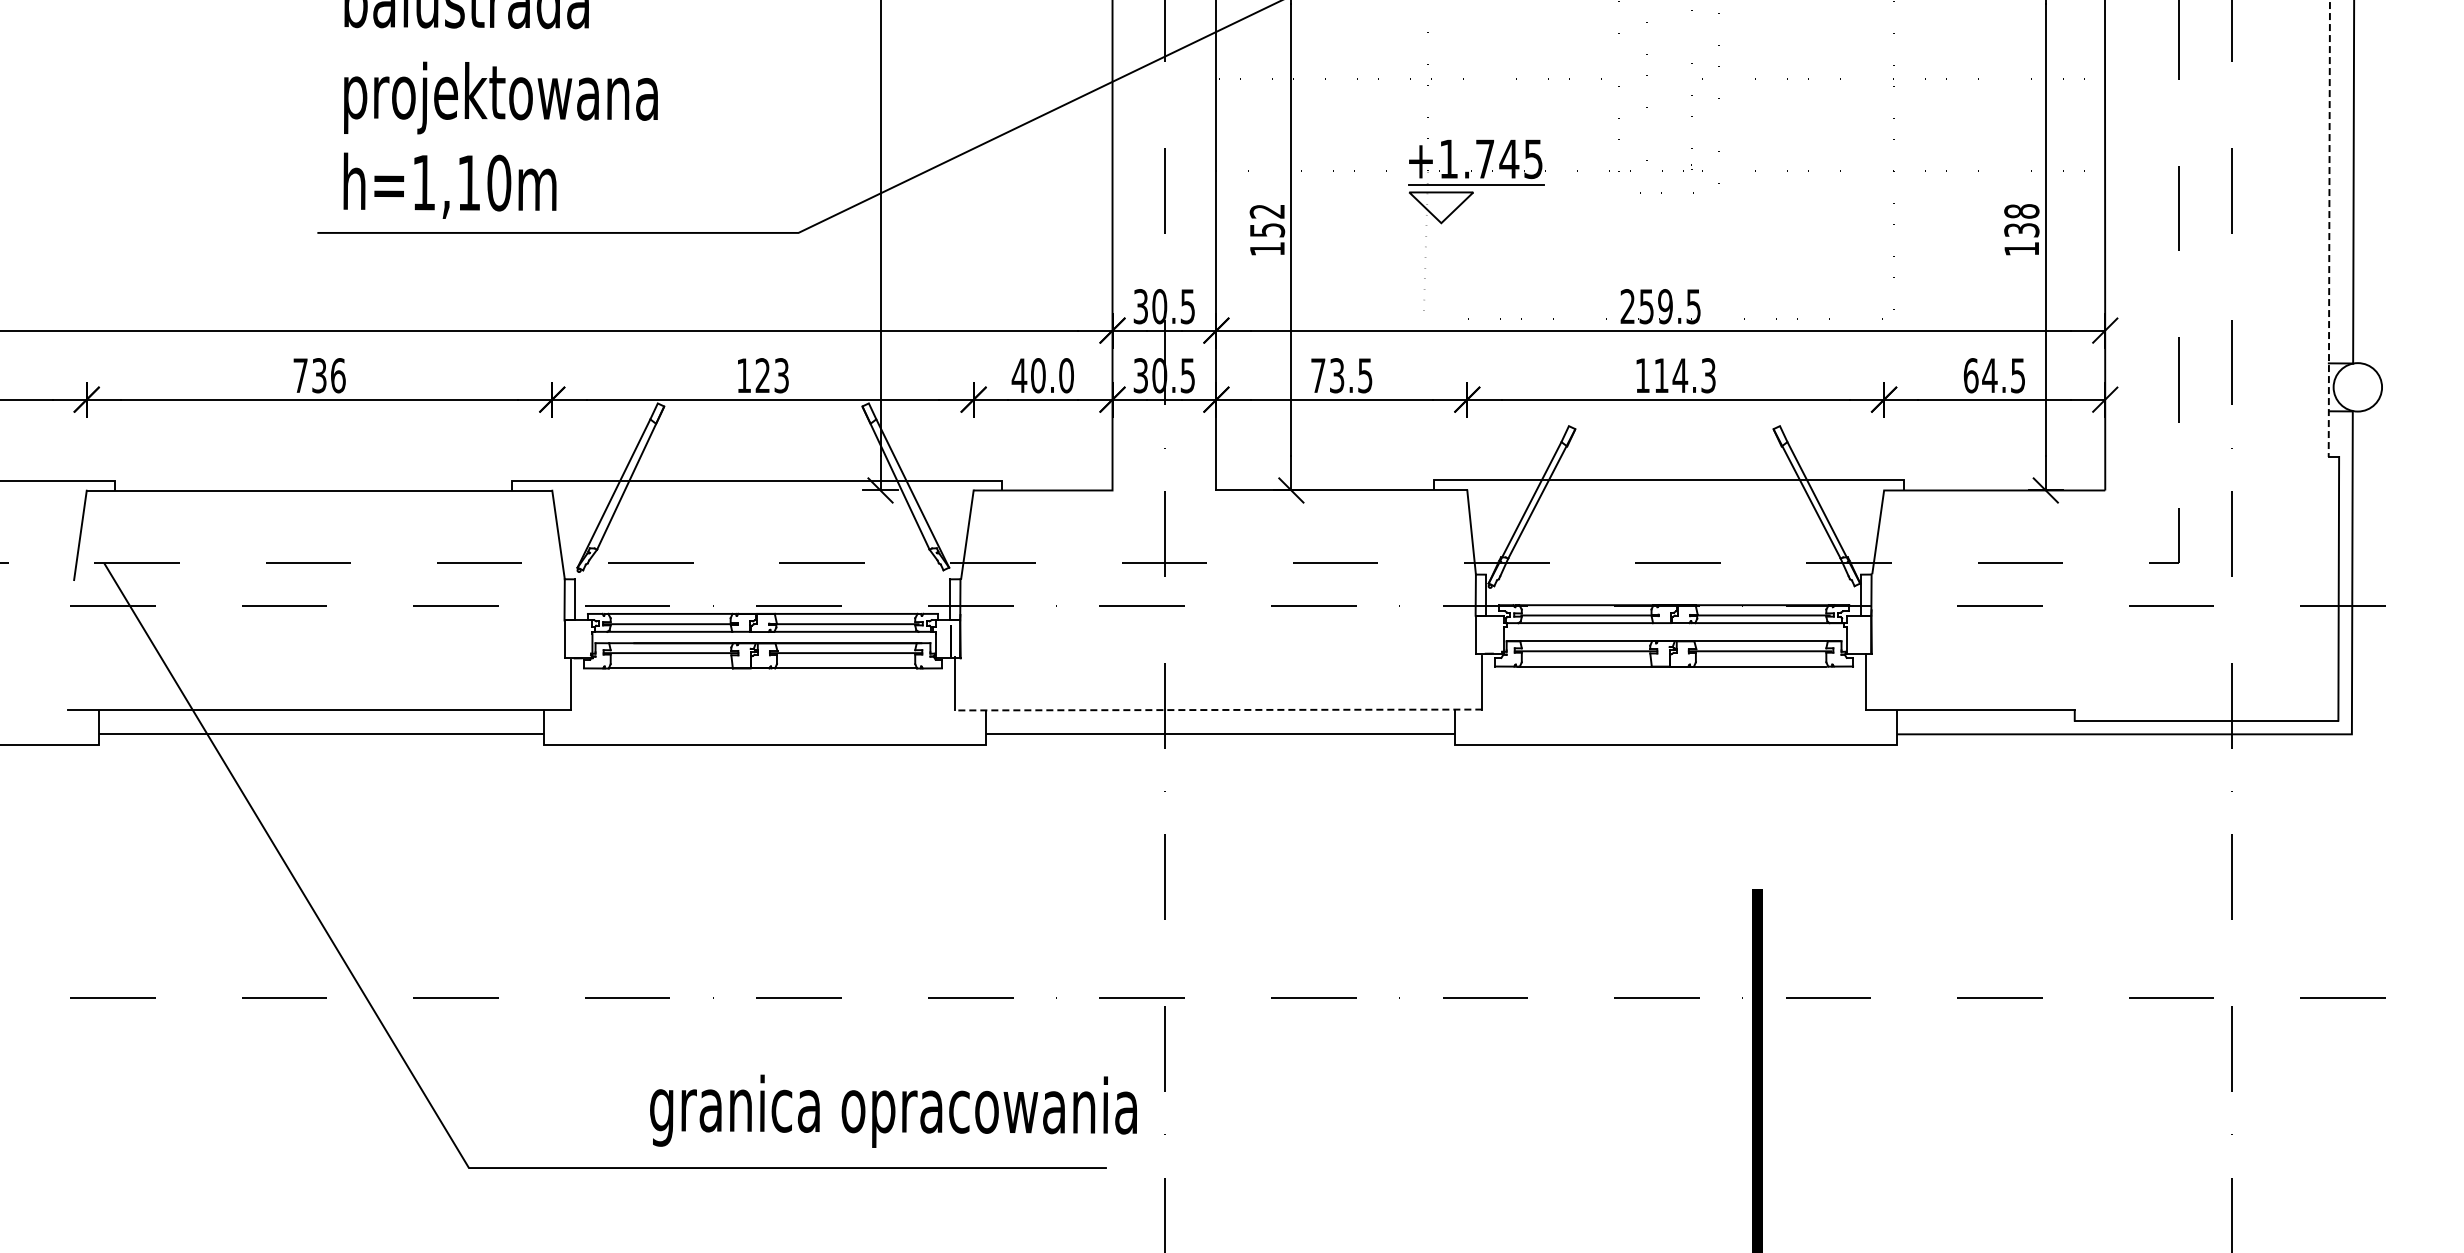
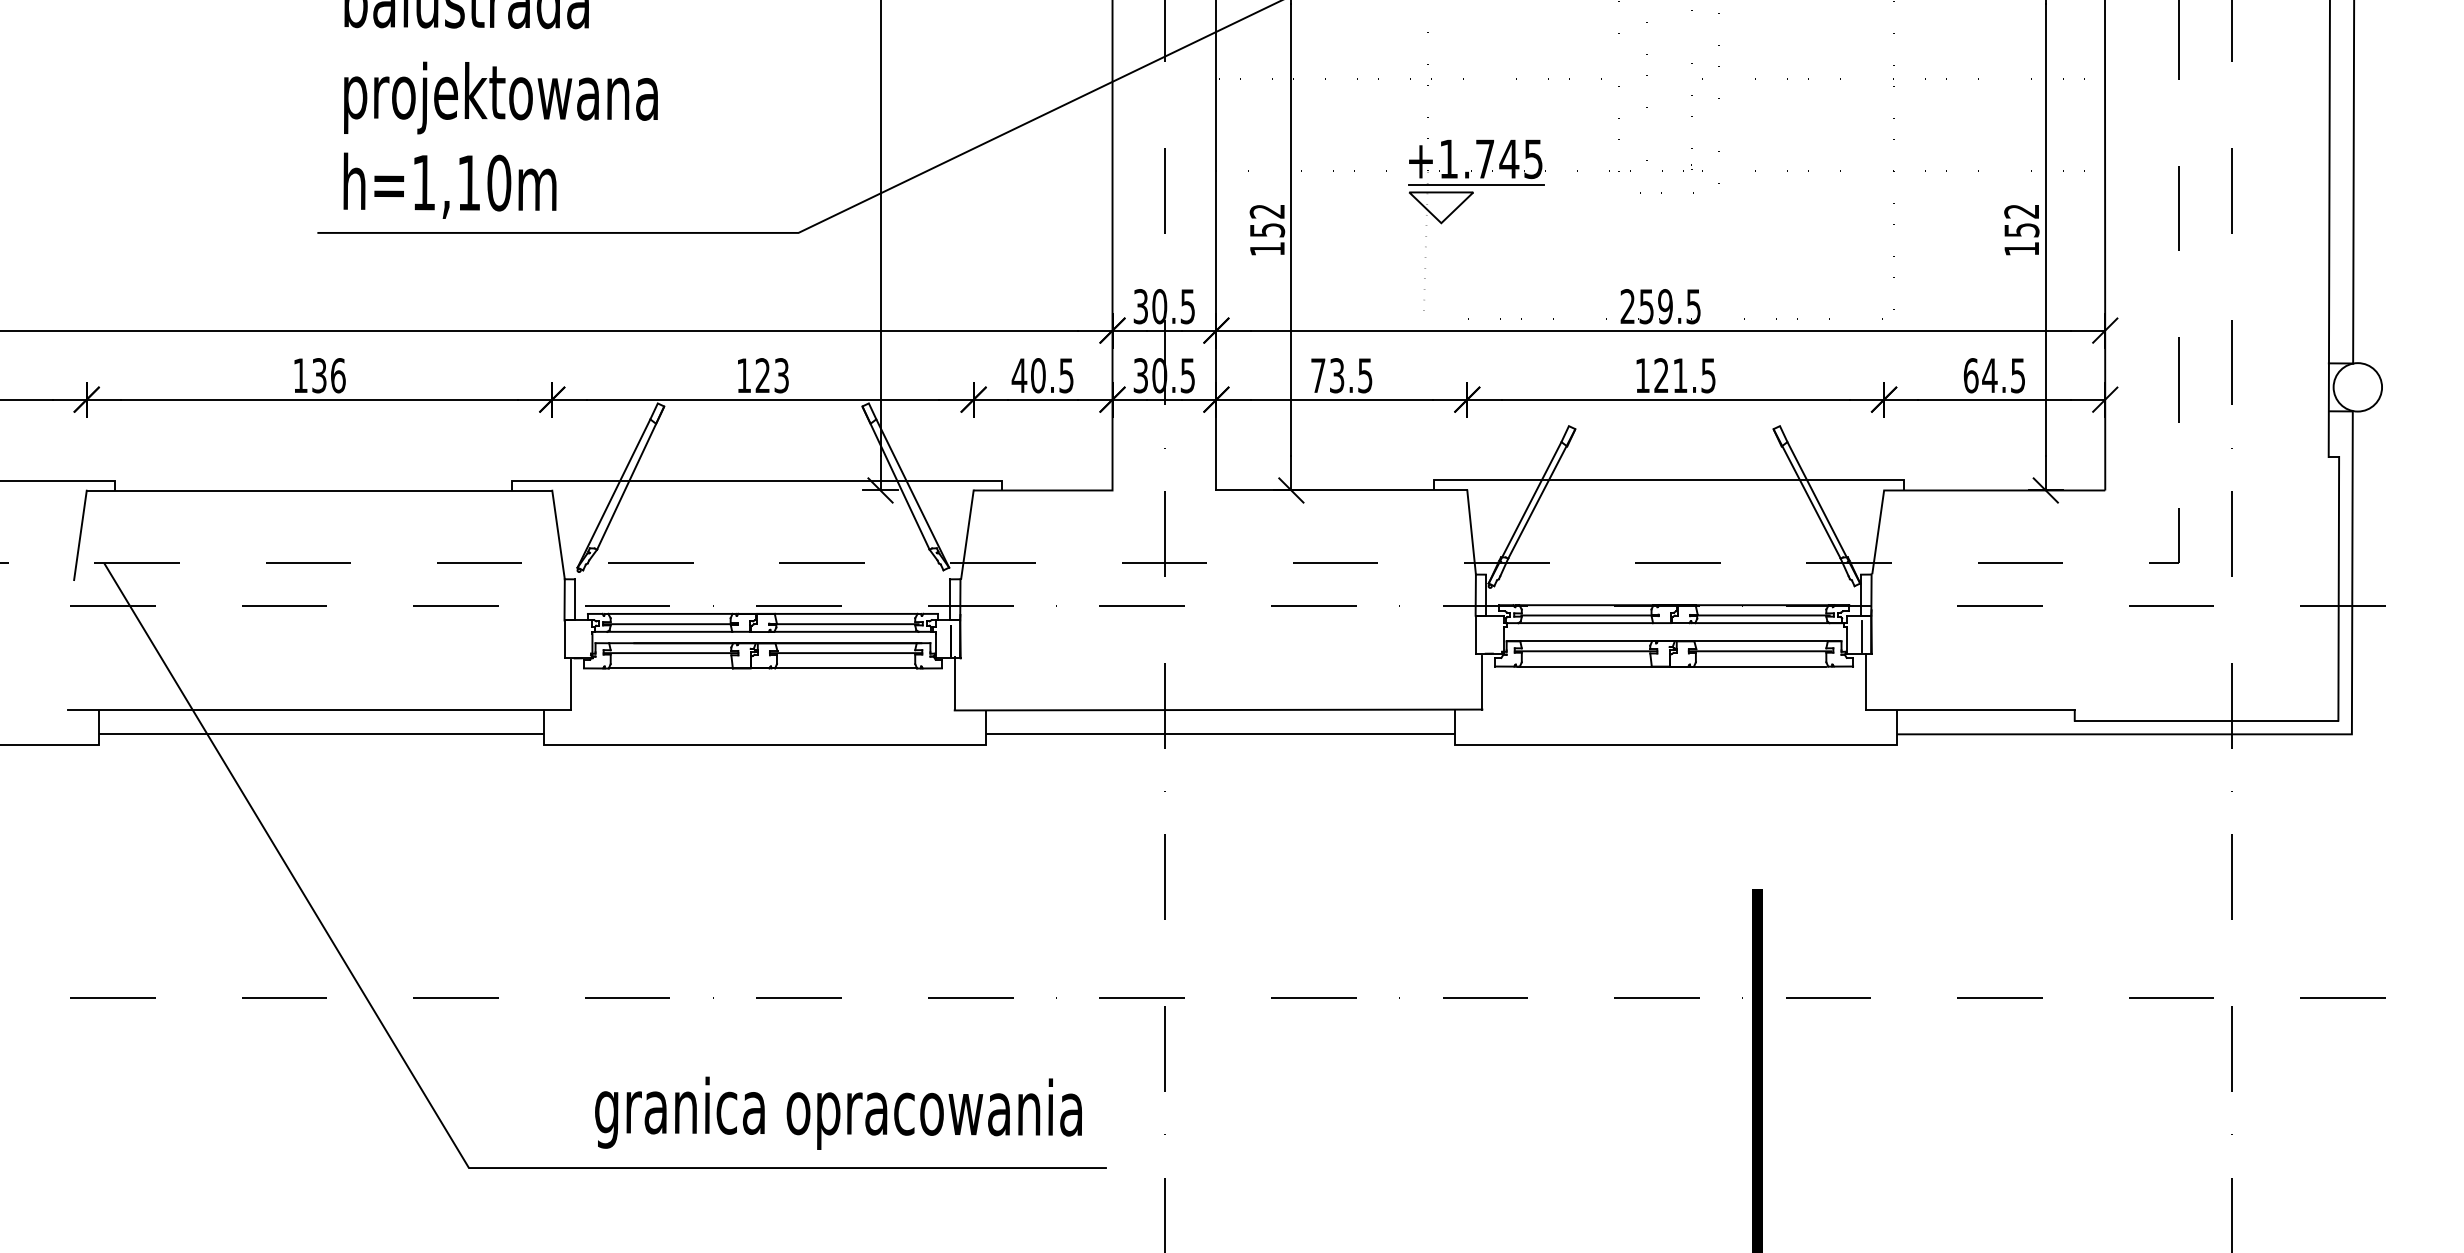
text at (2021, 220): 138 -> 152
line at (2329, 229): dashed -> solid
text at (300, 375): 736 -> 136
text at (1066, 375): 40.0 -> 40.5
text at (1684, 375): 114.3 -> 121.5
line at (1862, 635): none -> present
line at (1218, 710): dashed -> solid
text at (893, 1110) position: (893, 1110) -> (838, 1112)
